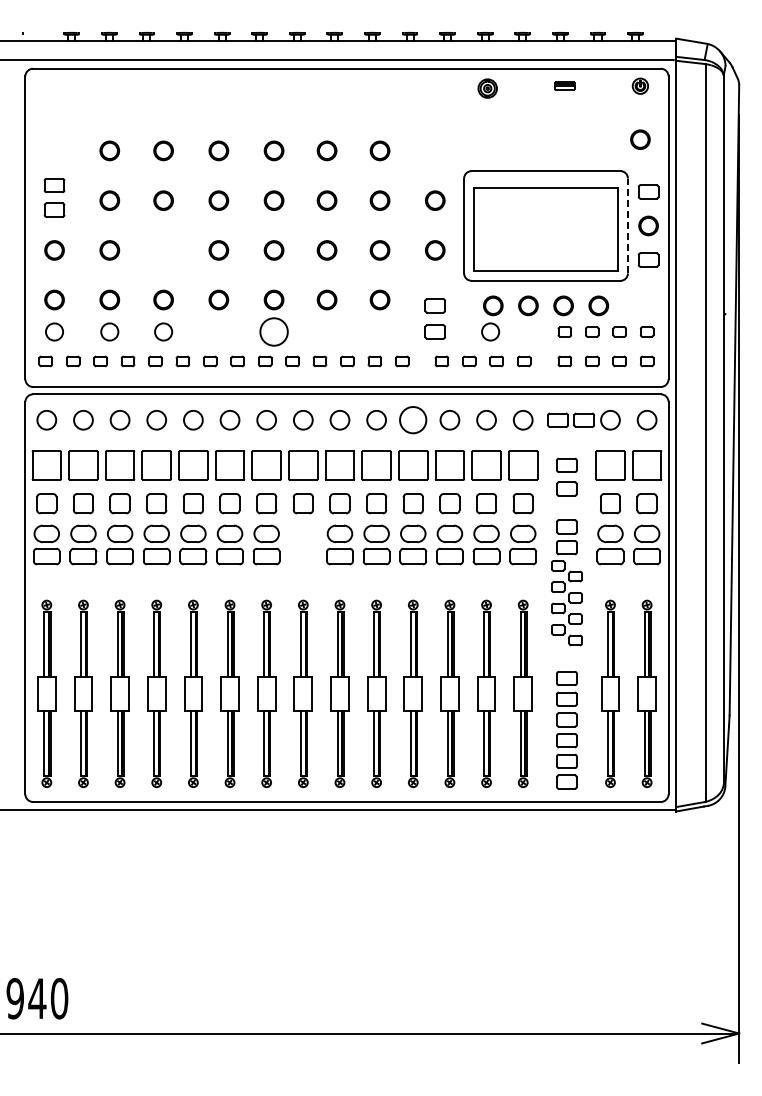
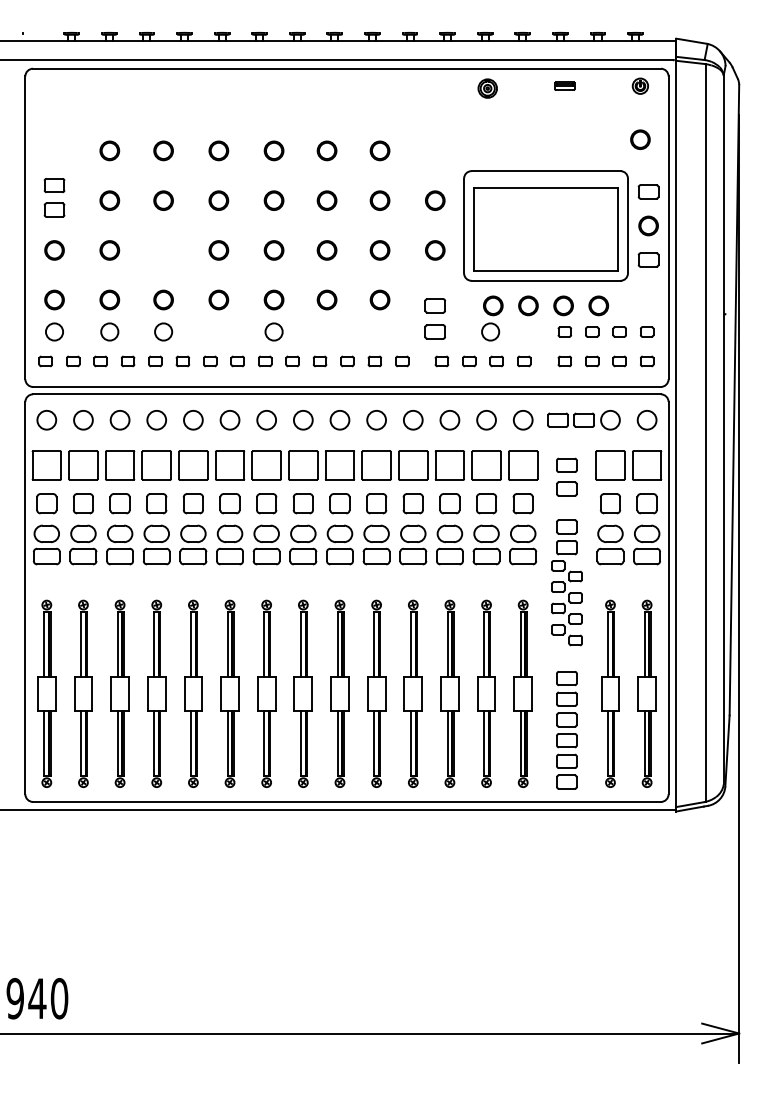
line at (627, 225): dashed -> solid
circle at (273, 331) diameter: 27 px -> 17 px
circle at (413, 420) size: 29x29 px -> 21x21 px
part at (303, 544): none -> present
